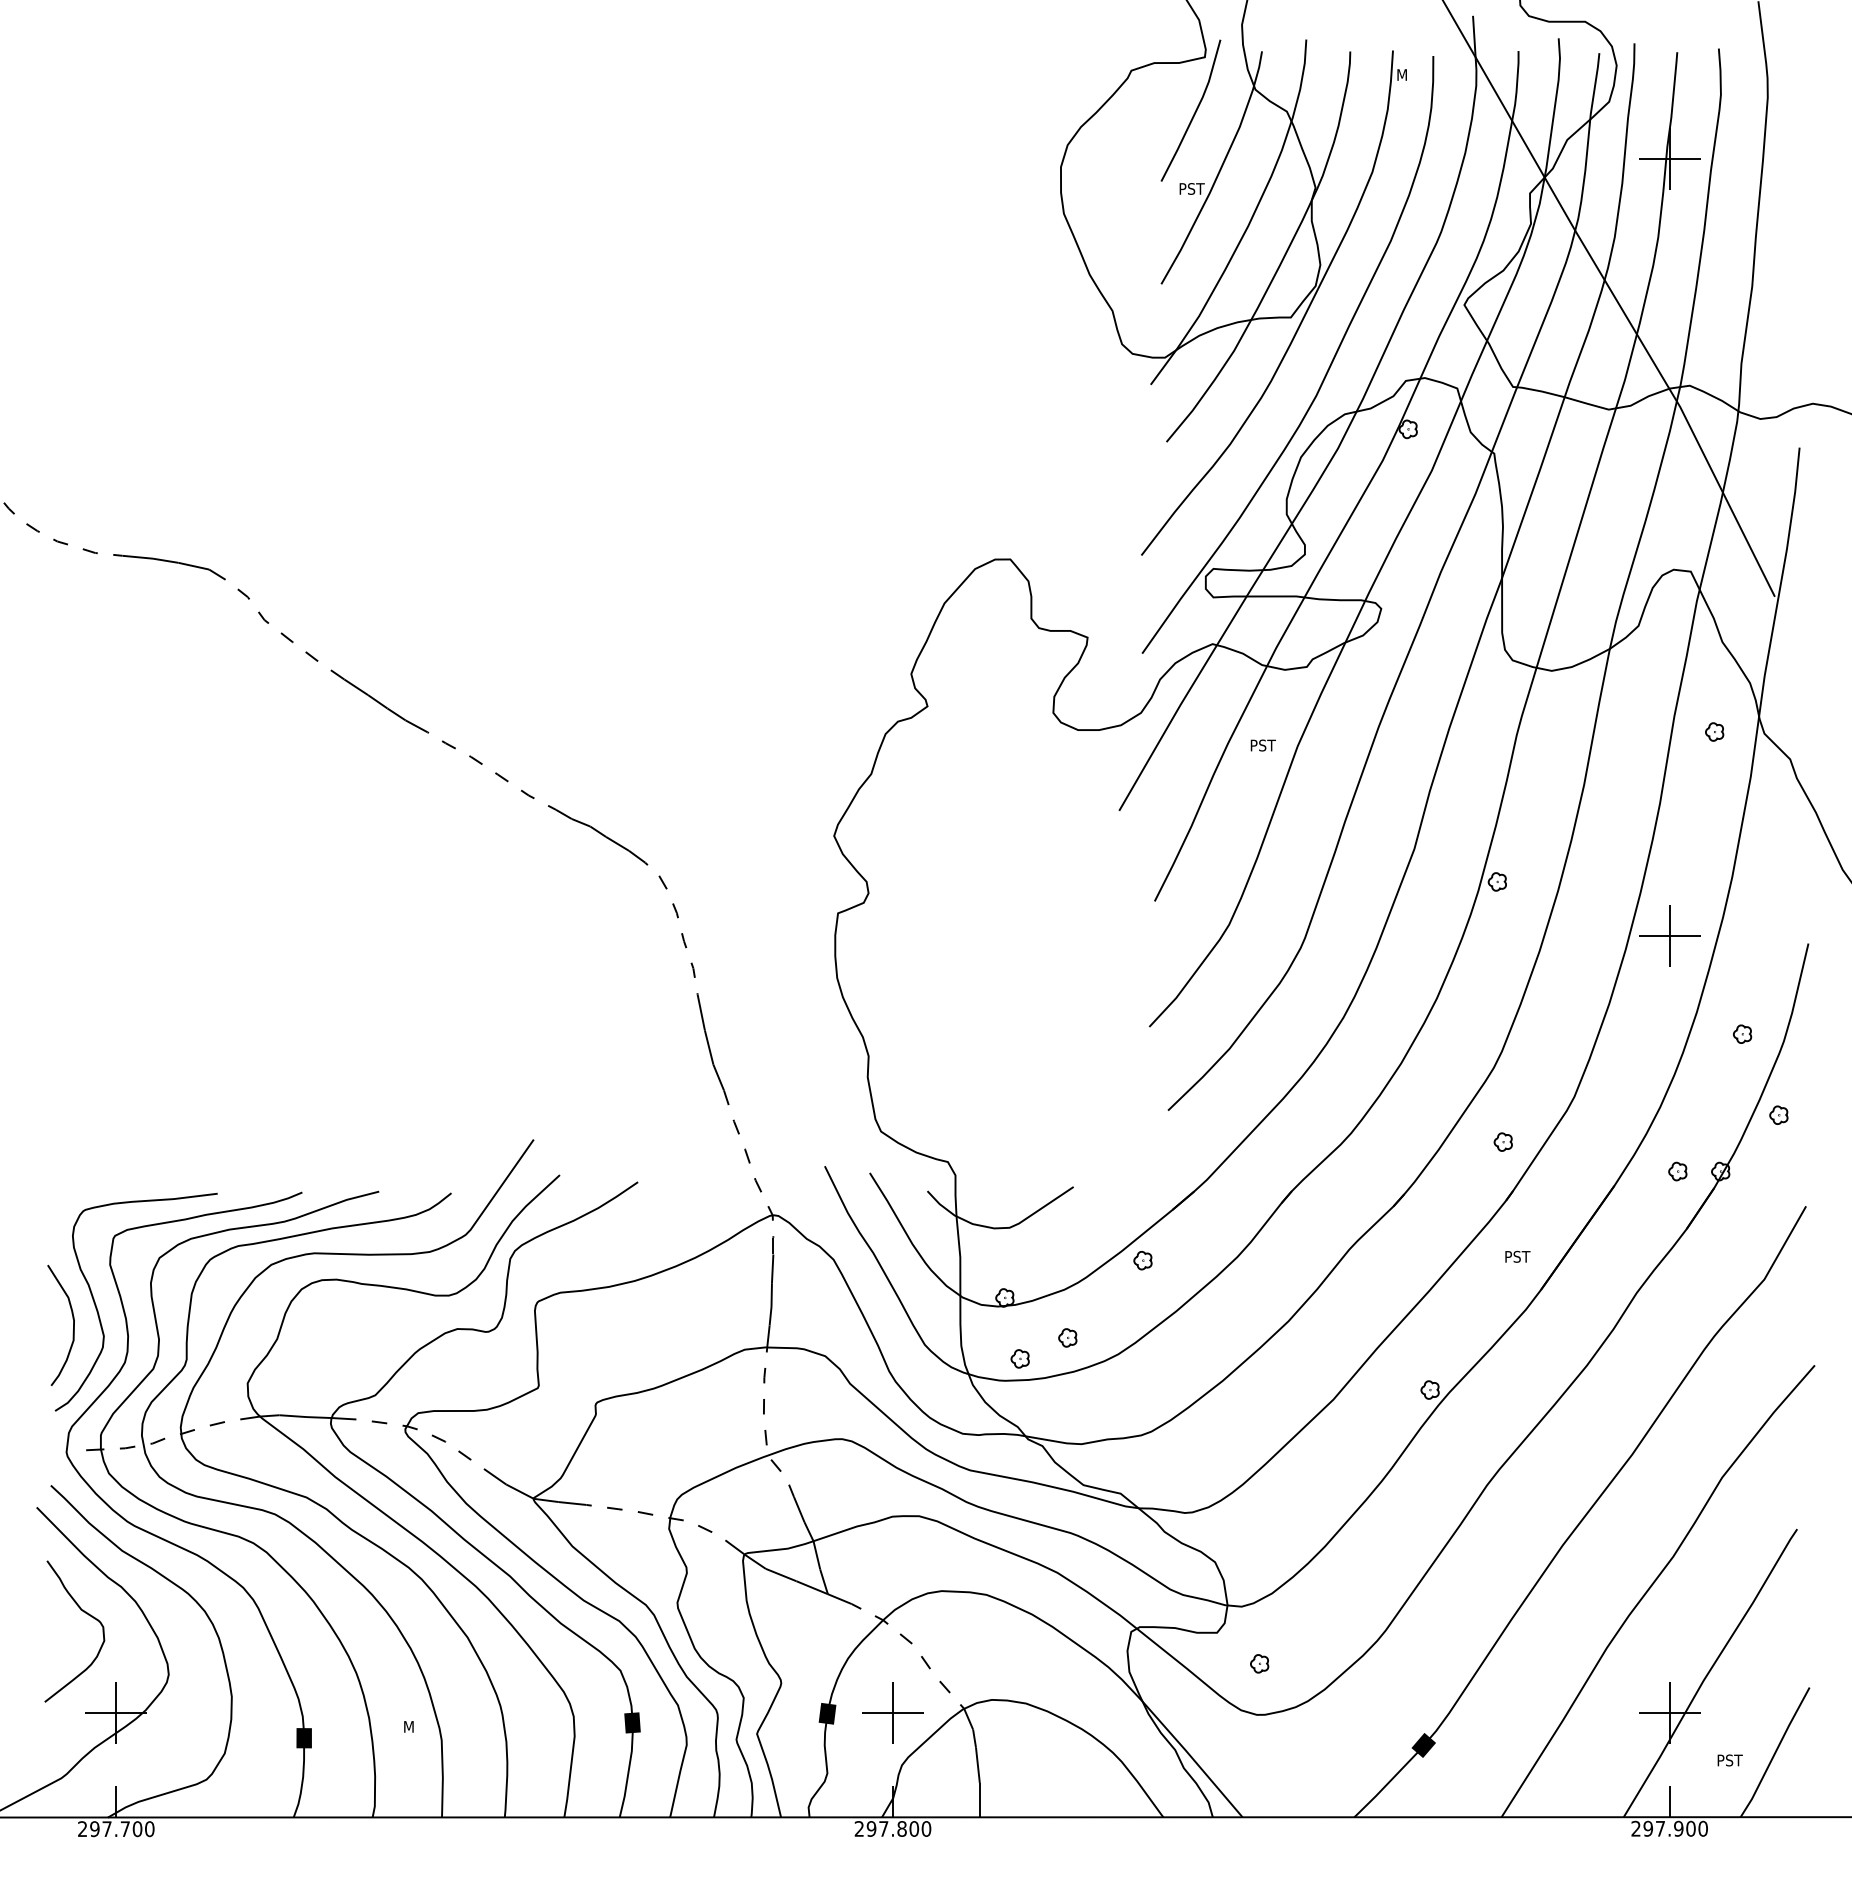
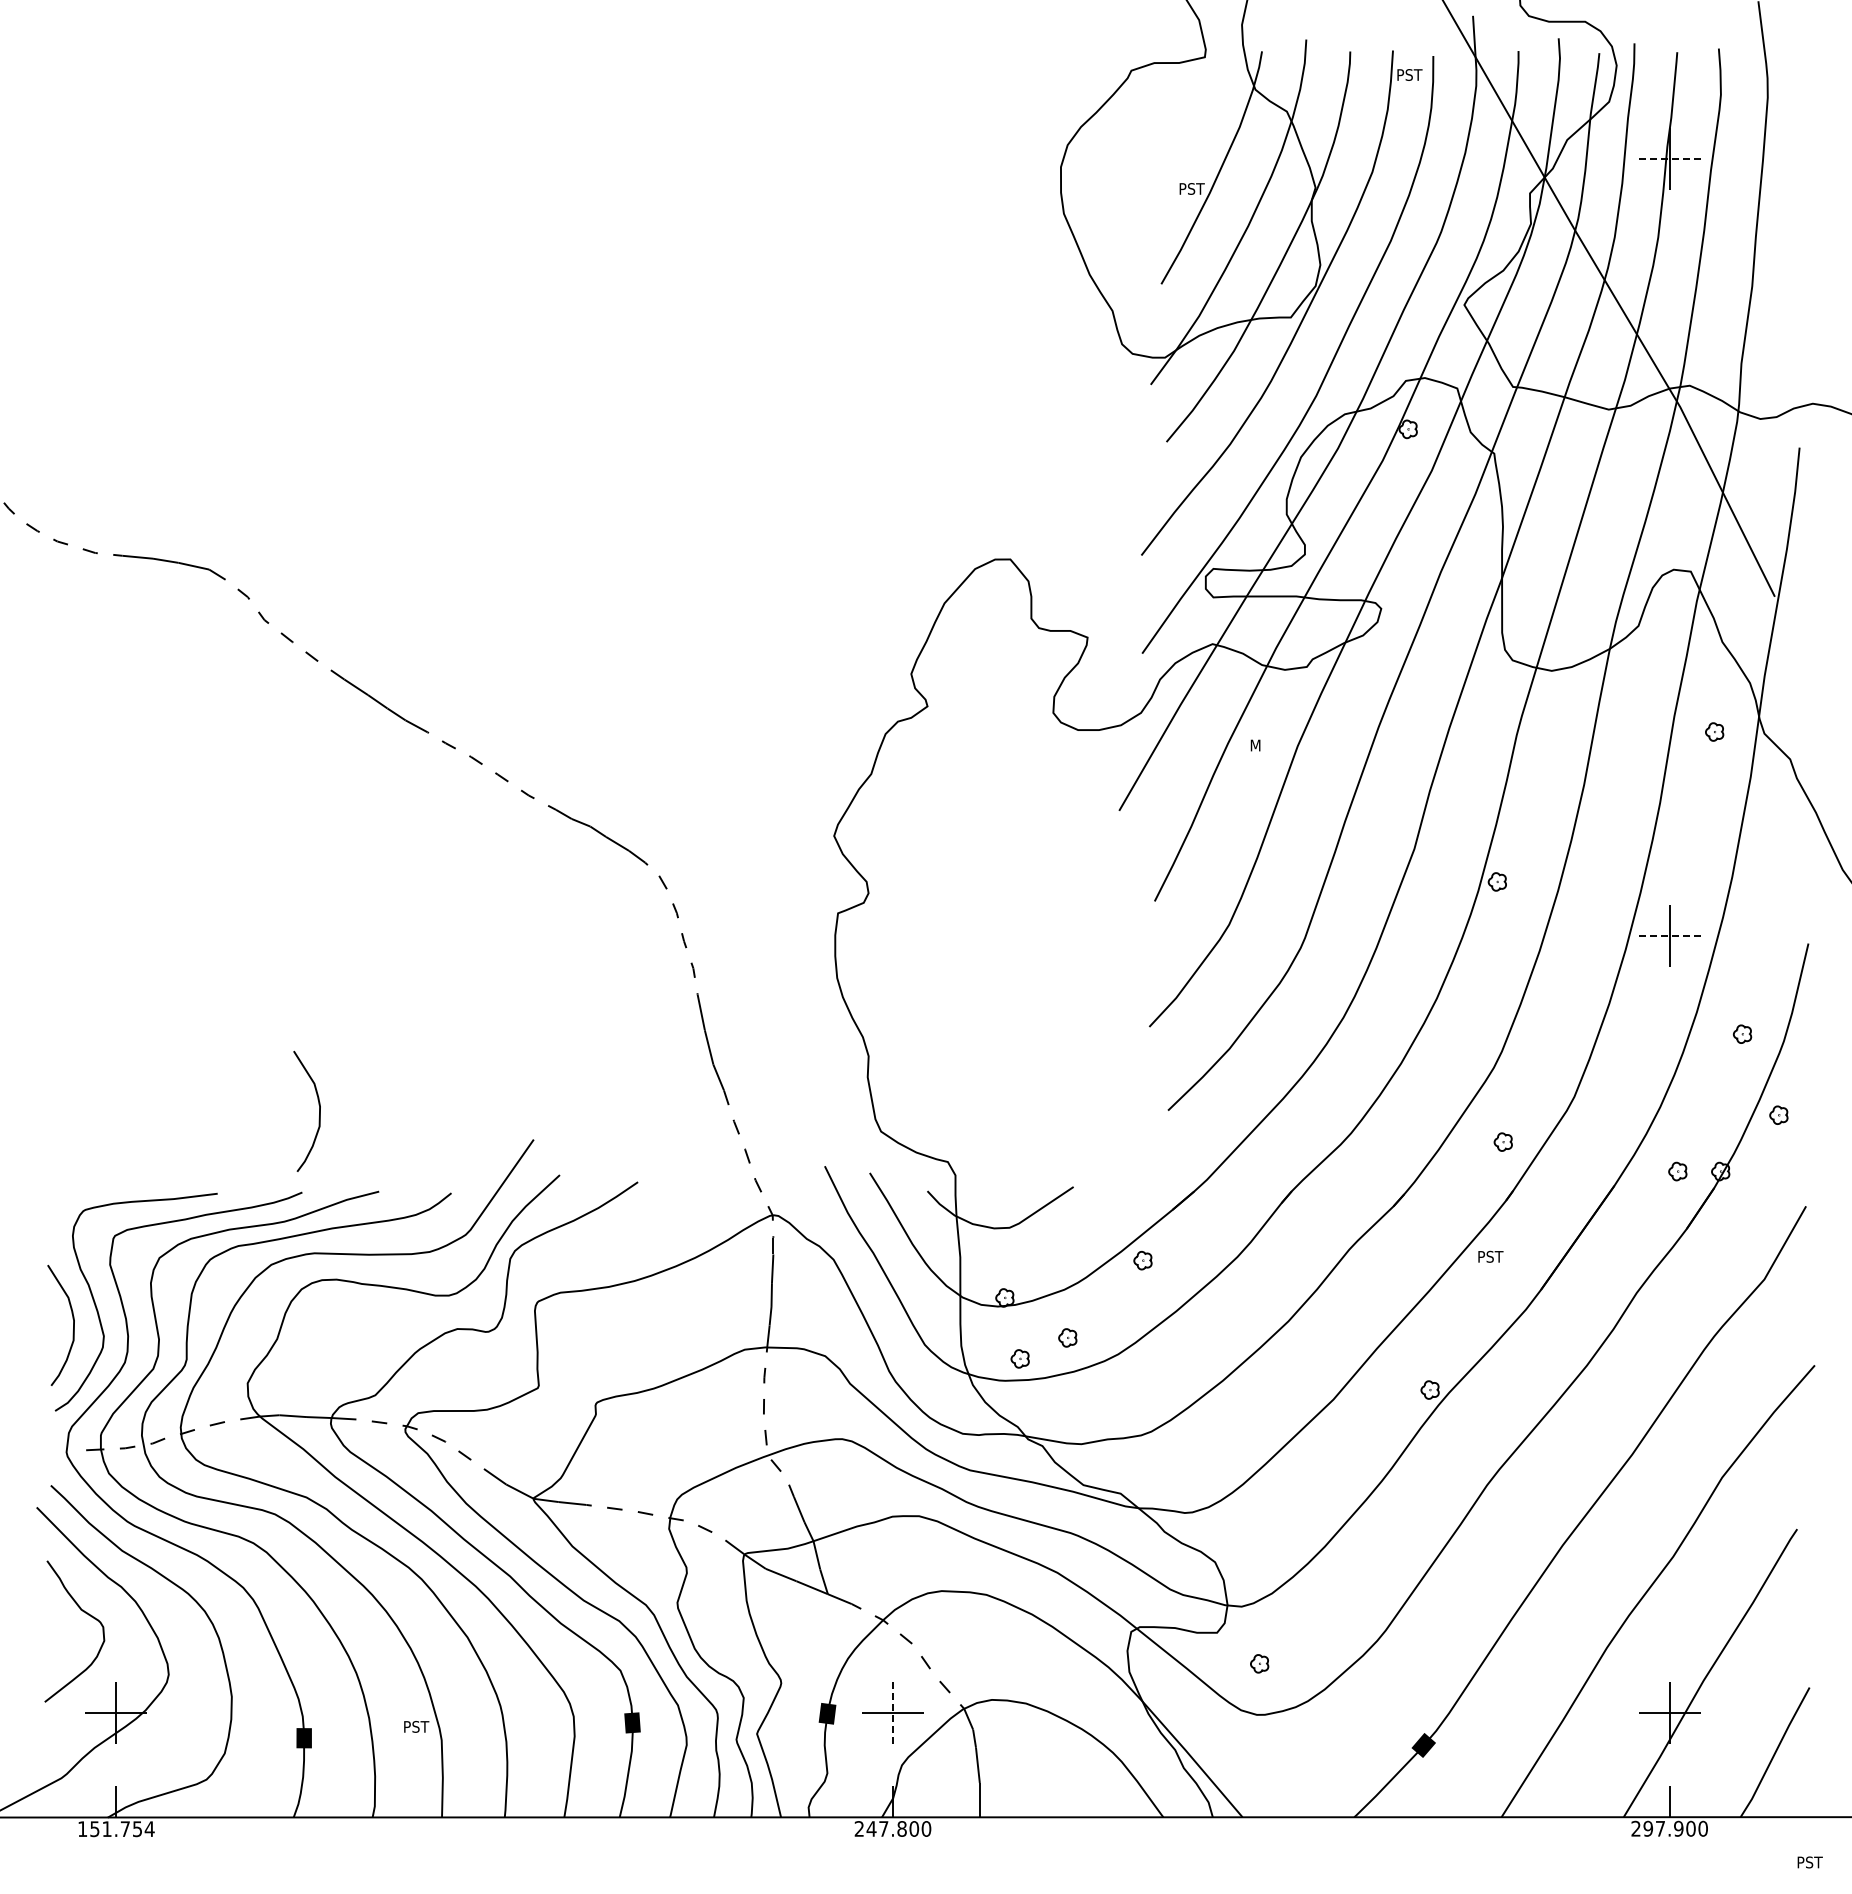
text at (1410, 74): M -> PST
line at (1194, 111): present -> none
line at (1669, 159): solid -> dashed
text at (1263, 745): PST -> M
line at (1669, 936): solid -> dashed
curve at (319, 1110): none -> present
text at (1517, 1256) position: (1517, 1256) -> (1490, 1256)
line at (892, 1713): solid -> dashed
text at (417, 1726): M -> PST
text at (1729, 1760) position: (1729, 1760) -> (1809, 1862)
text at (871, 1828): 297.800 -> 247.800
text at (116, 1829): 297.700 -> 151.754
